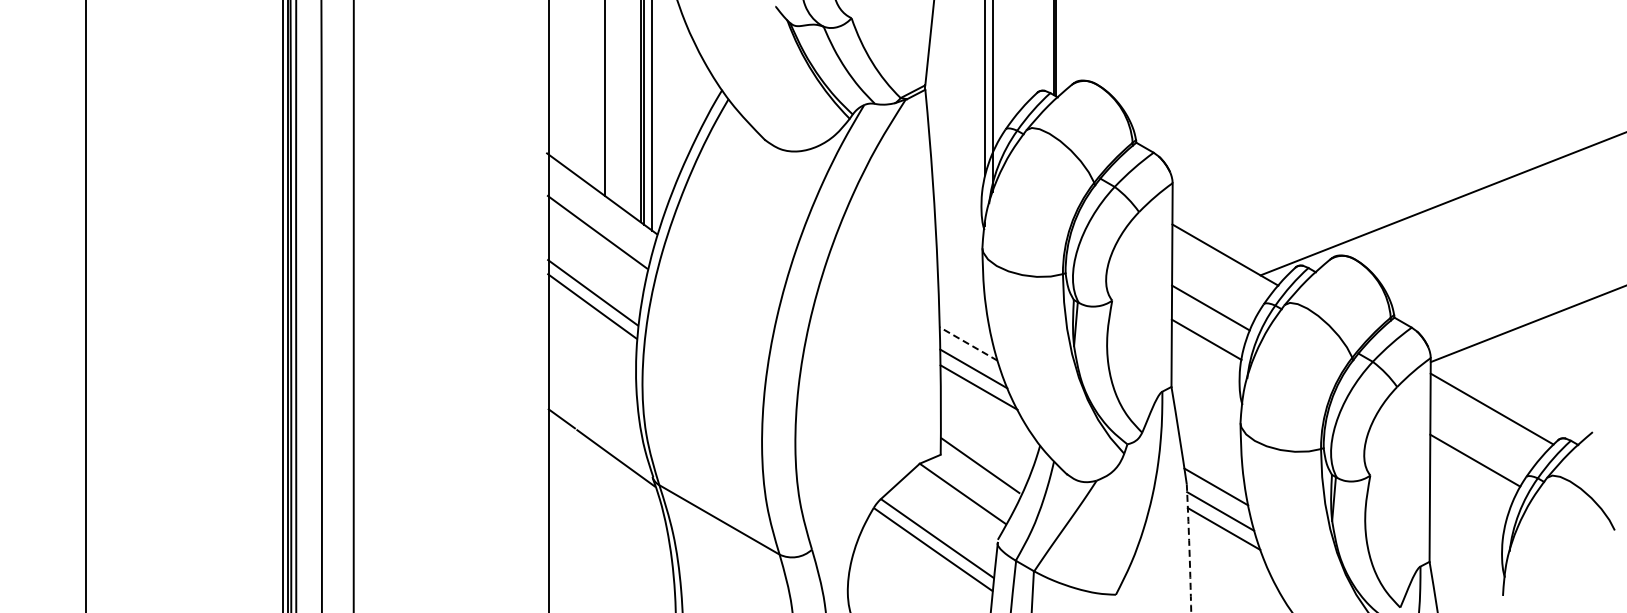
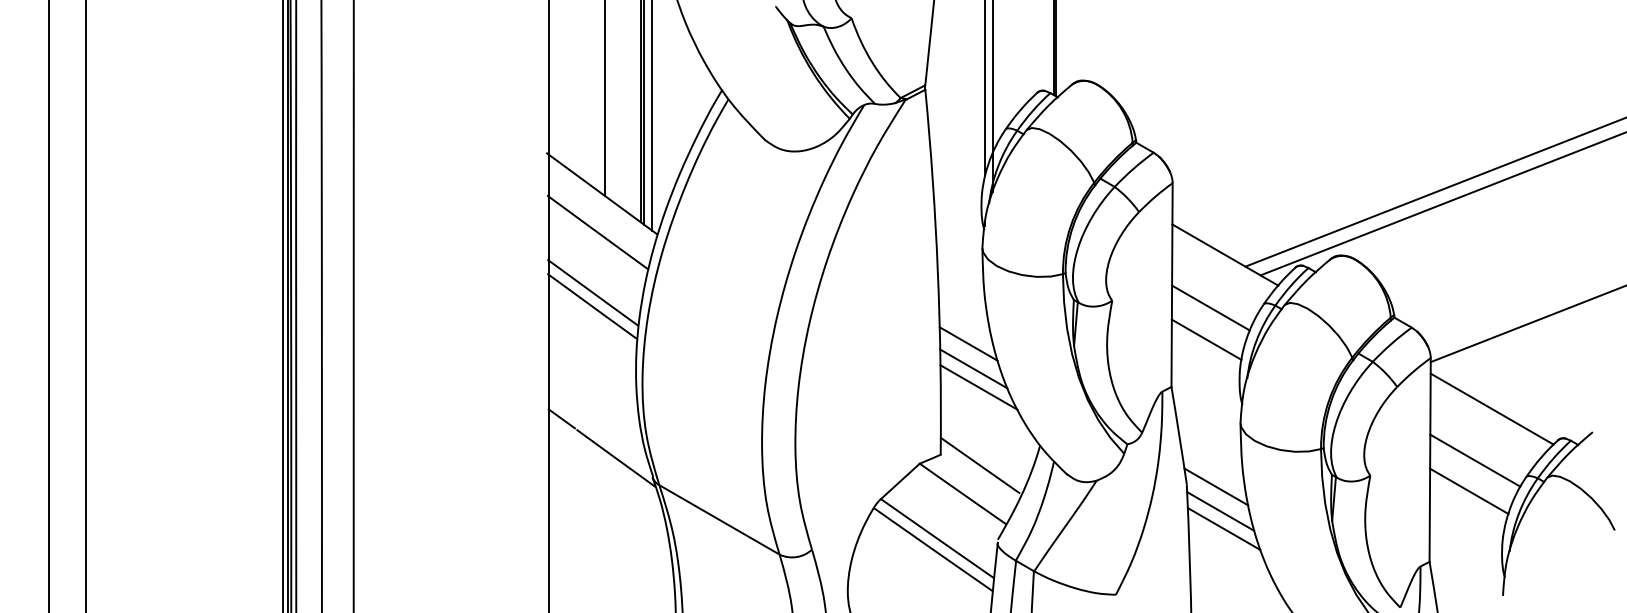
line at (1434, 192): none -> present
line at (48, 305): none -> present
line at (968, 343): dashed -> solid
line at (1469, 491): none -> present
arc at (1189, 548): dashed -> solid
